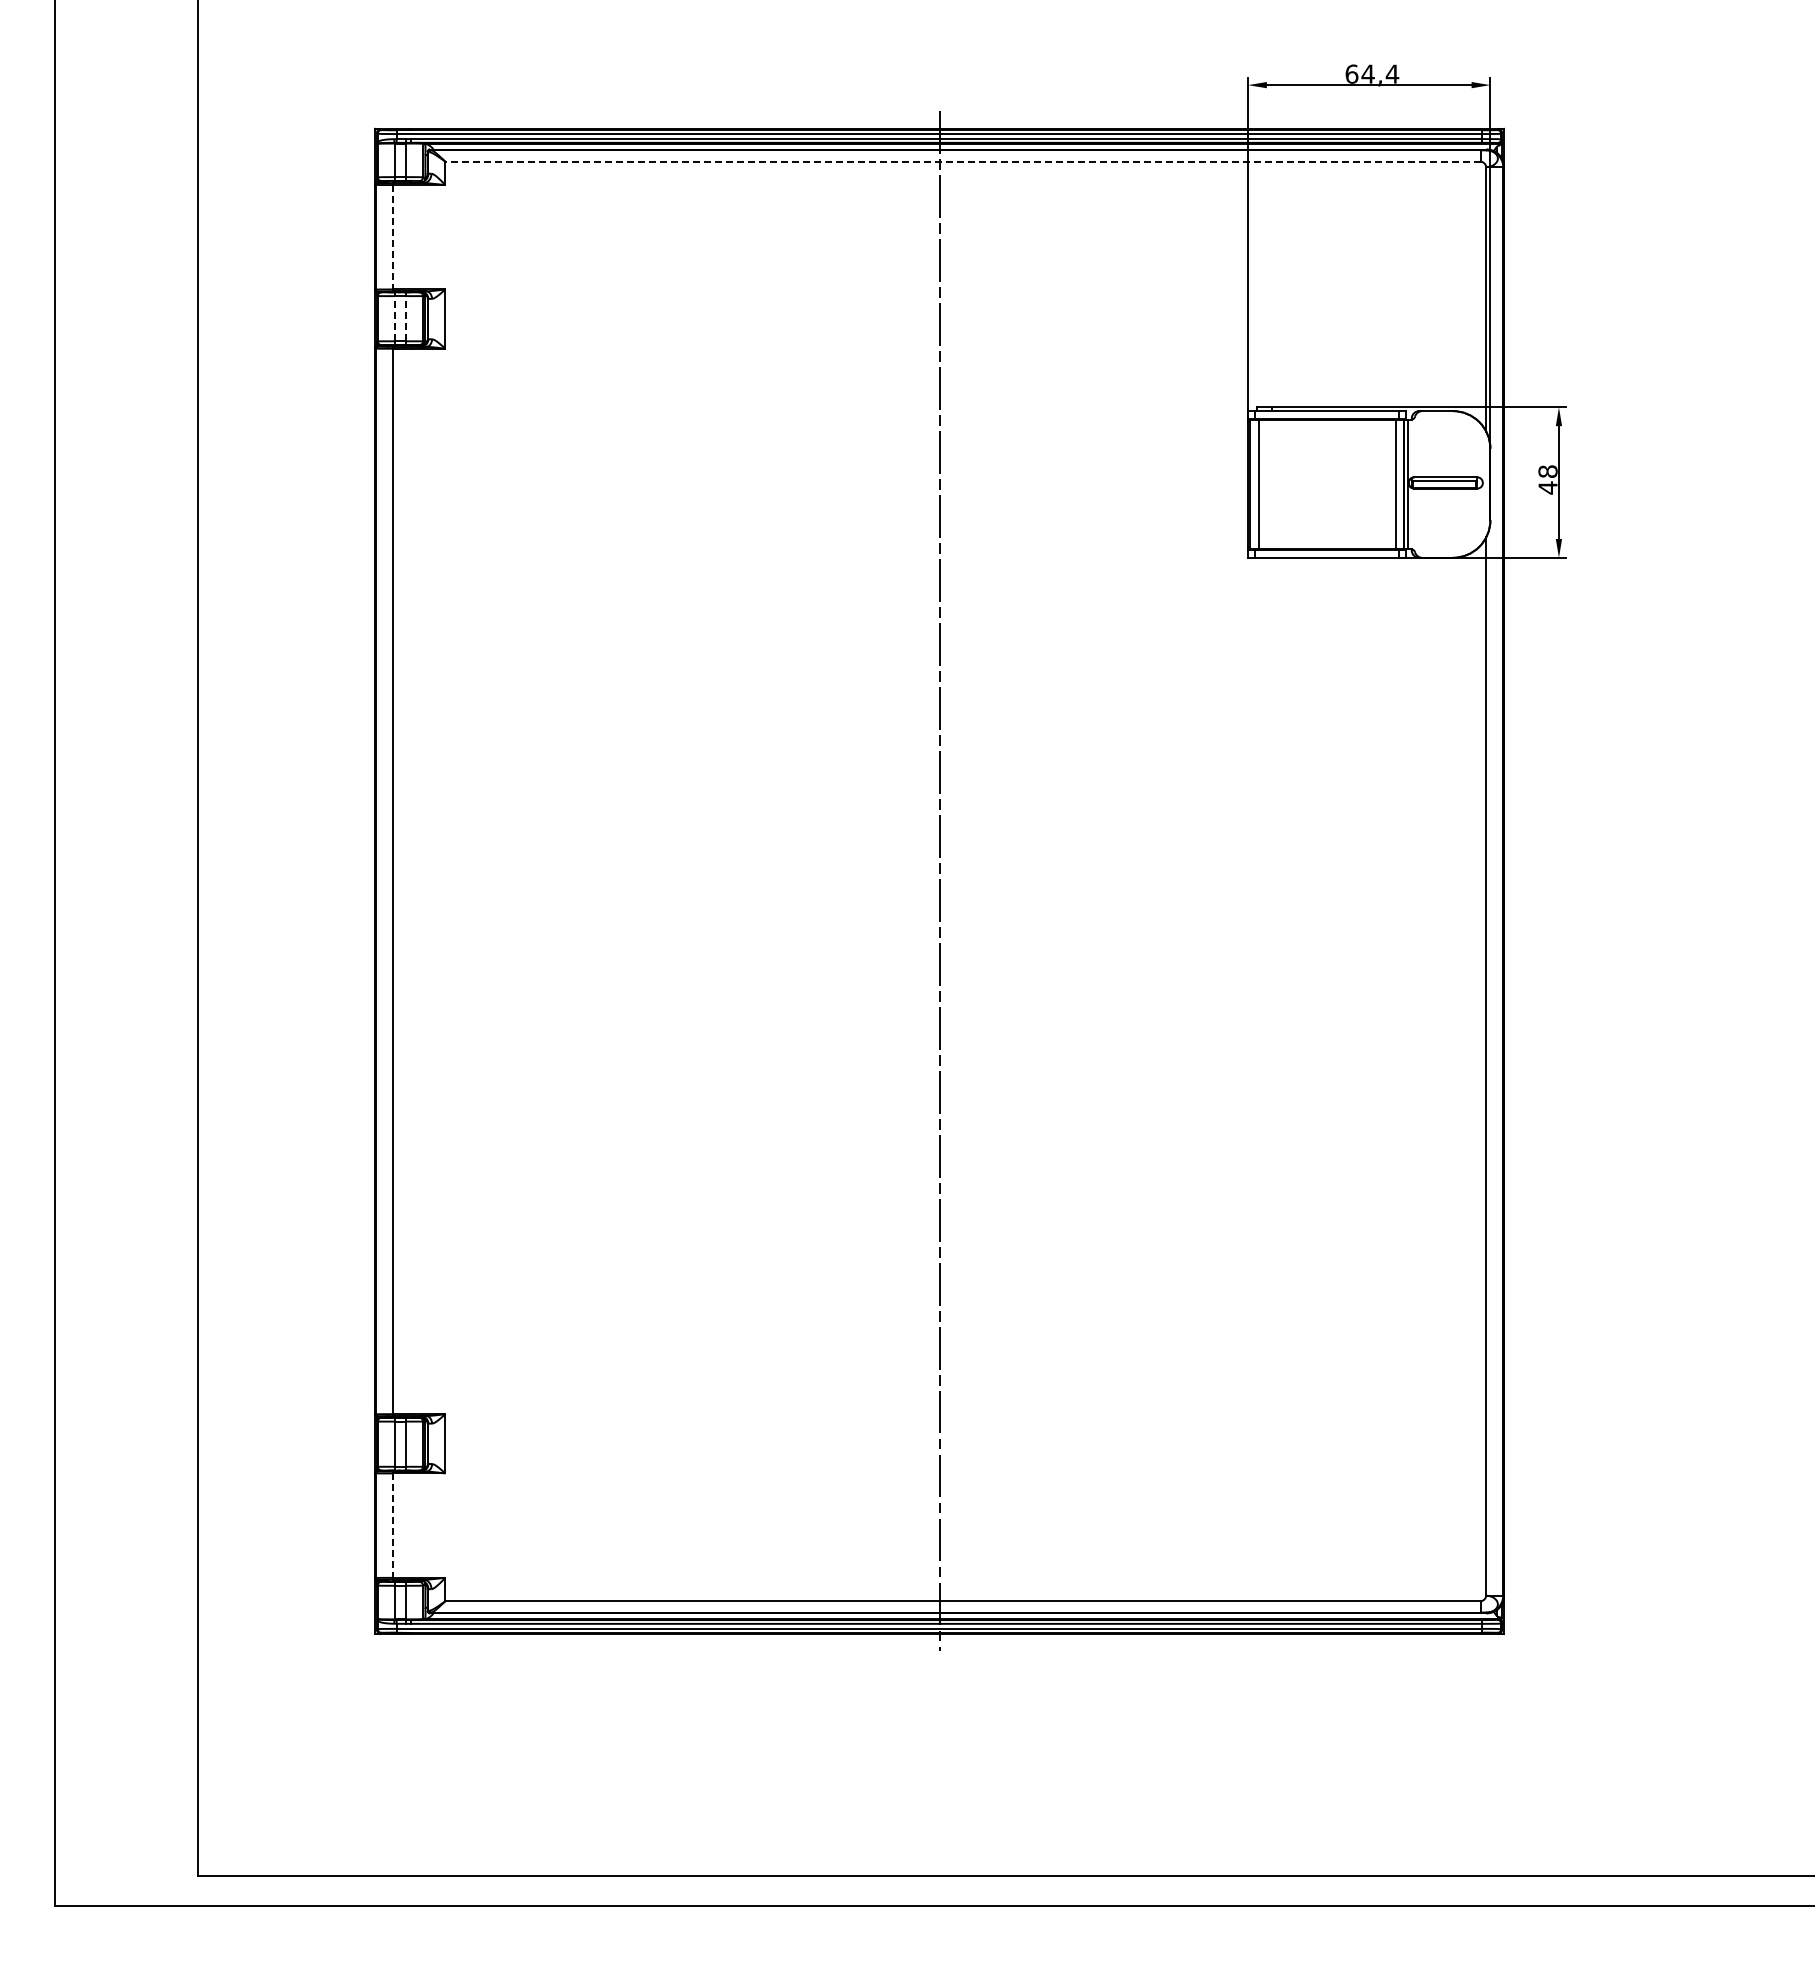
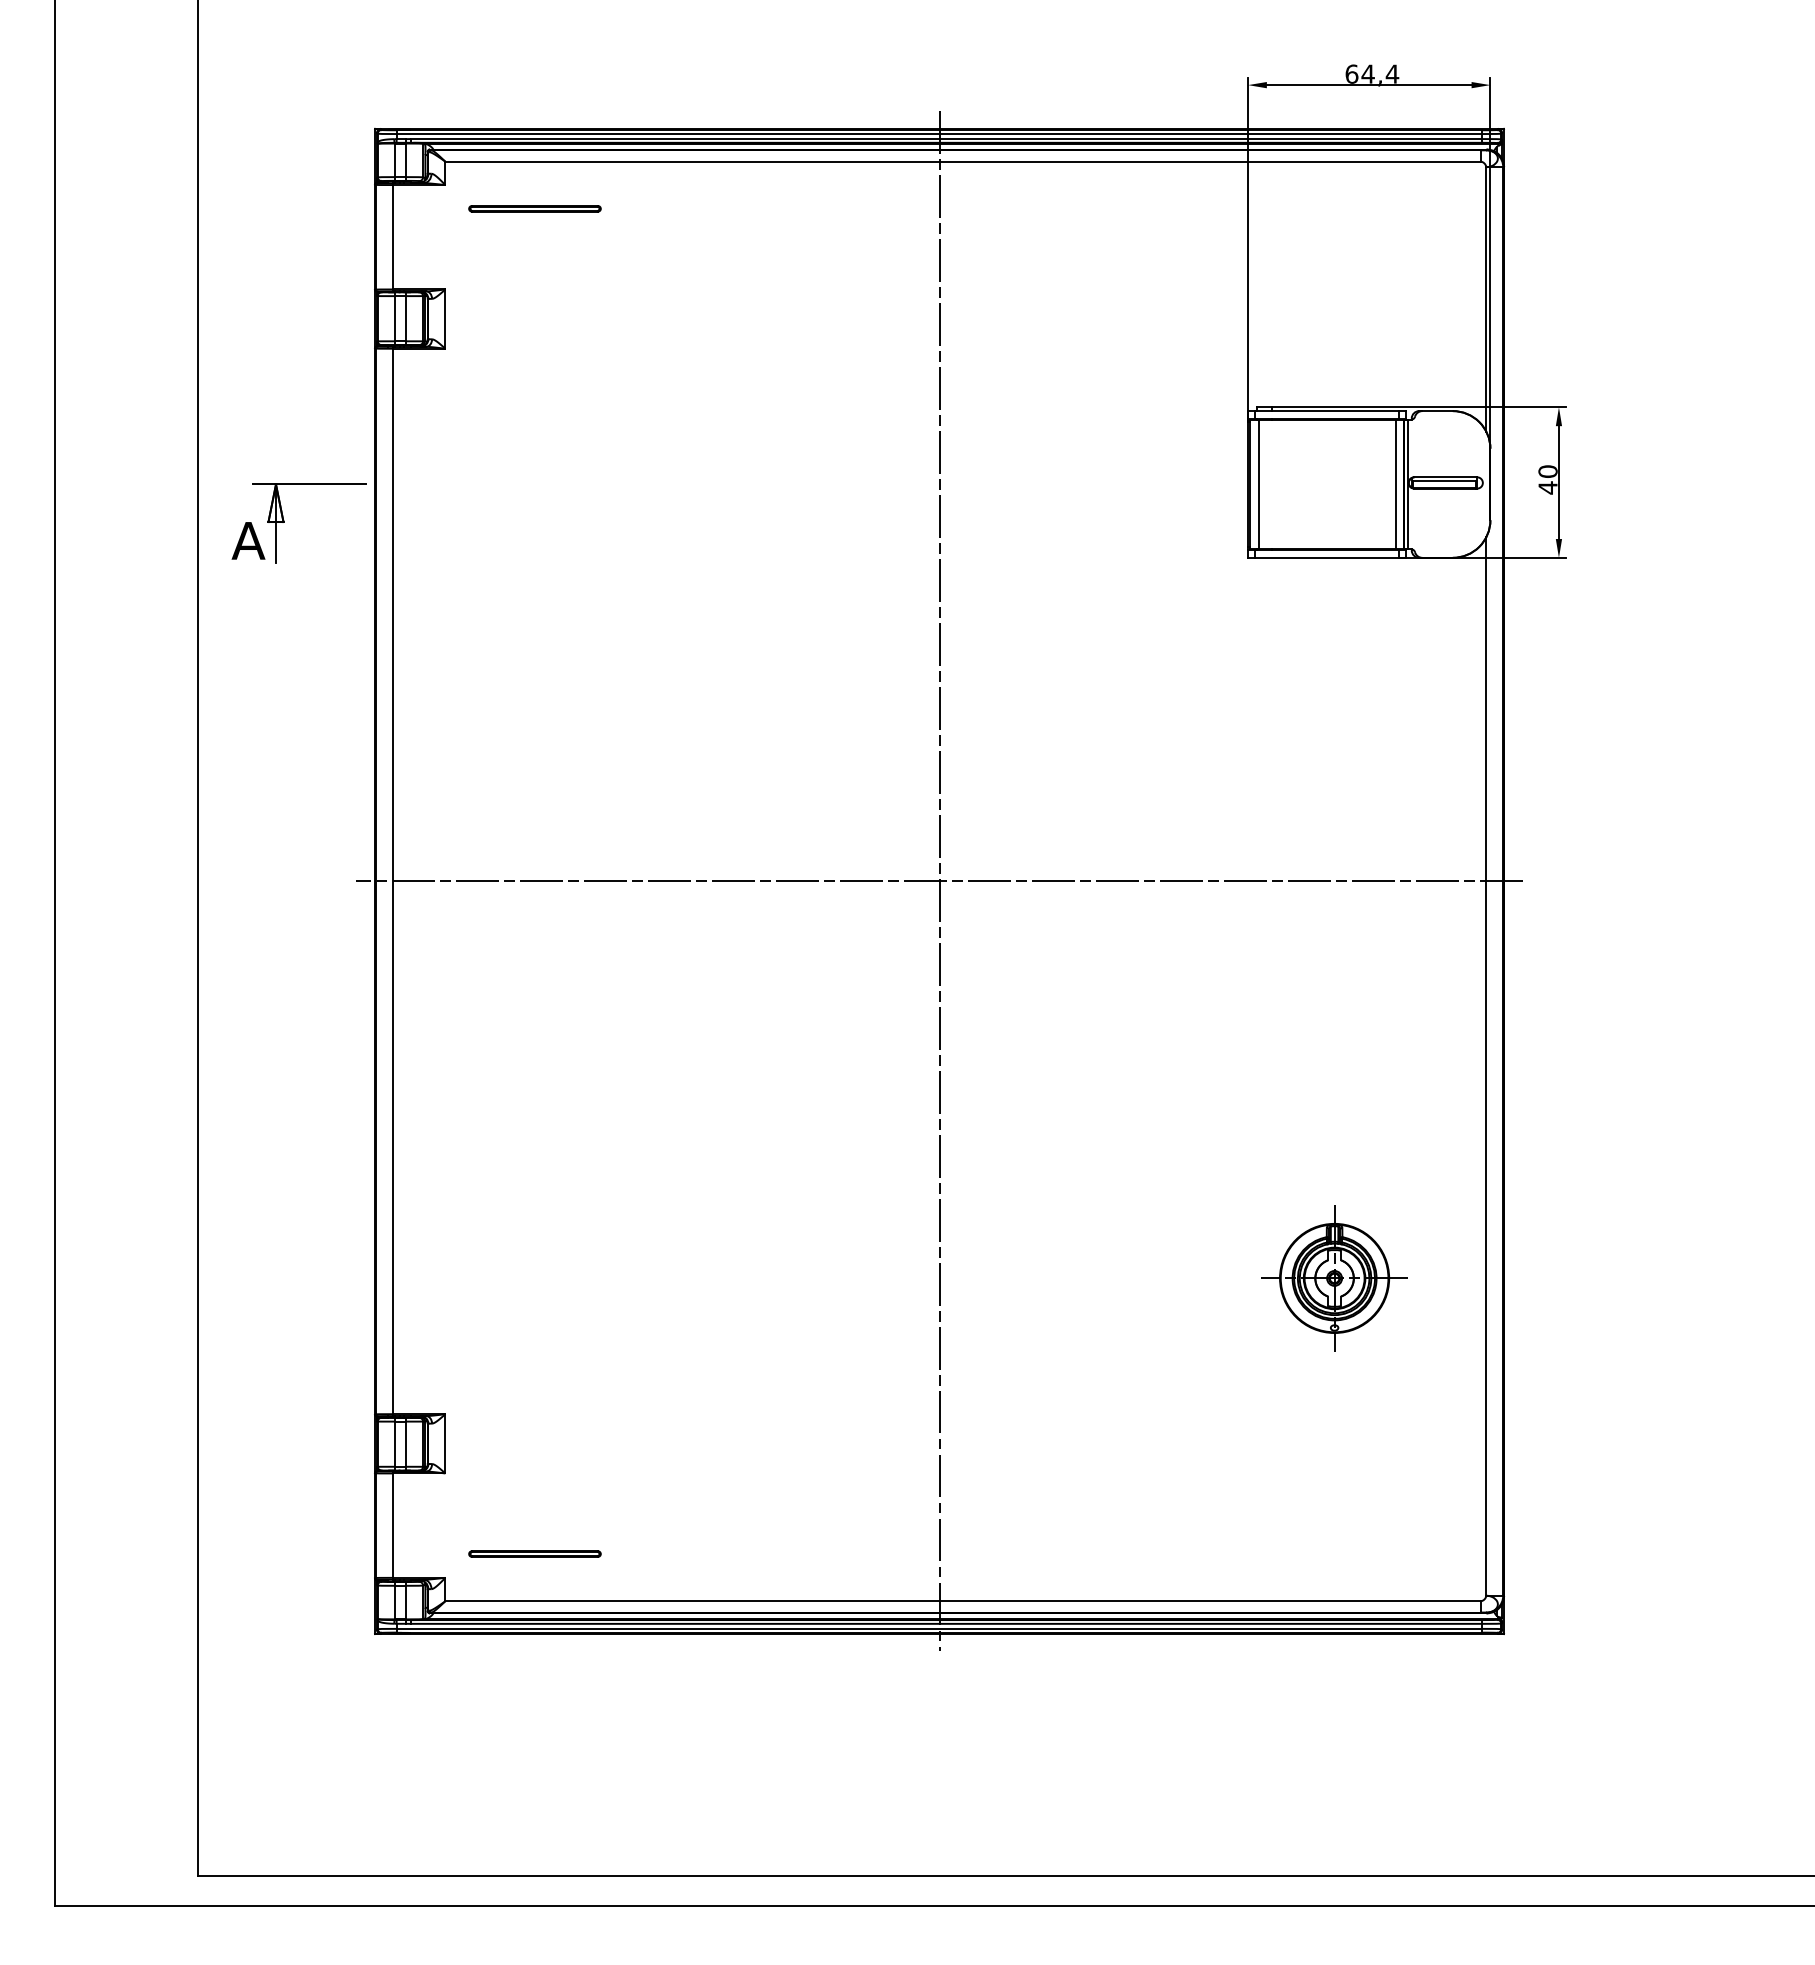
line at (963, 161): dashed -> solid
part at (534, 208): none -> present
line at (392, 237): dashed -> solid
line at (394, 318): dashed -> solid
line at (406, 318): dashed -> solid
text at (1547, 471): 48 -> 40
part at (284, 522): none -> present
line at (939, 881): none -> present
part at (1334, 1278): none -> present
line at (392, 1526): dashed -> solid
part at (534, 1553): none -> present
